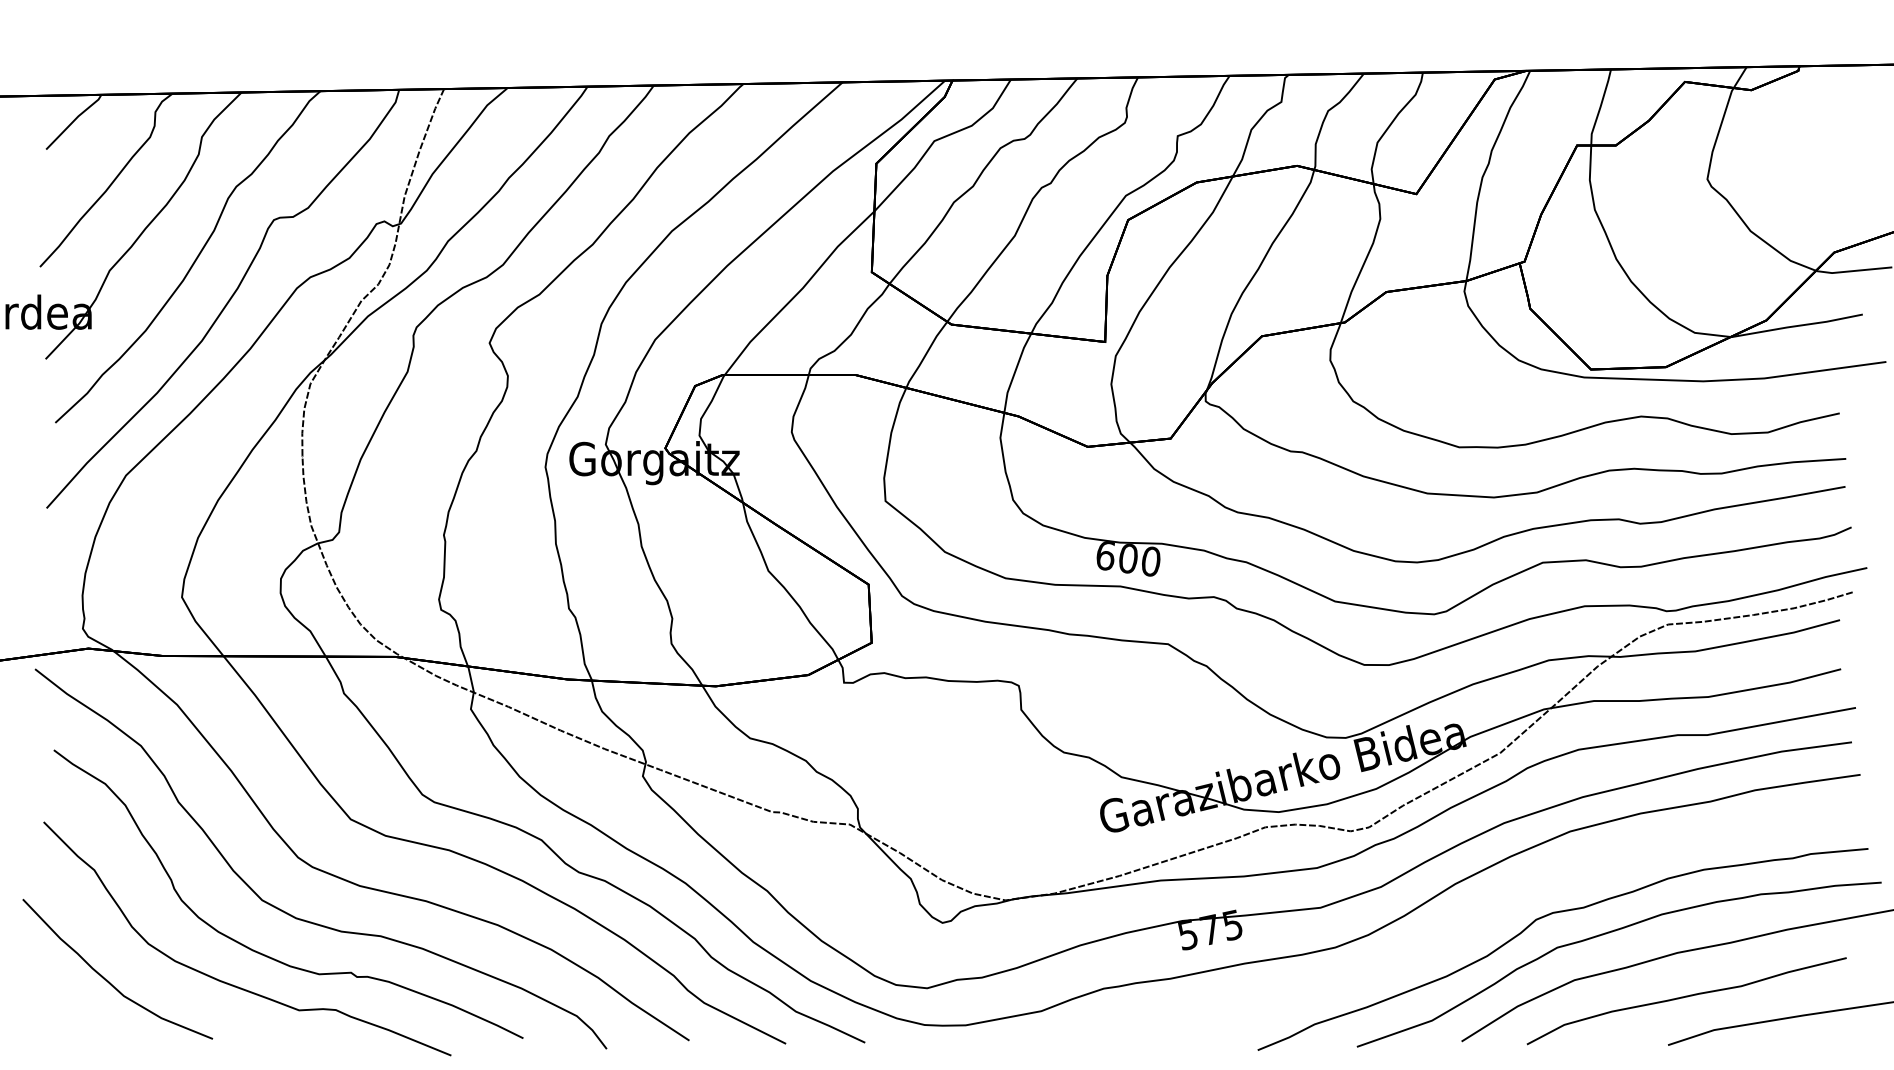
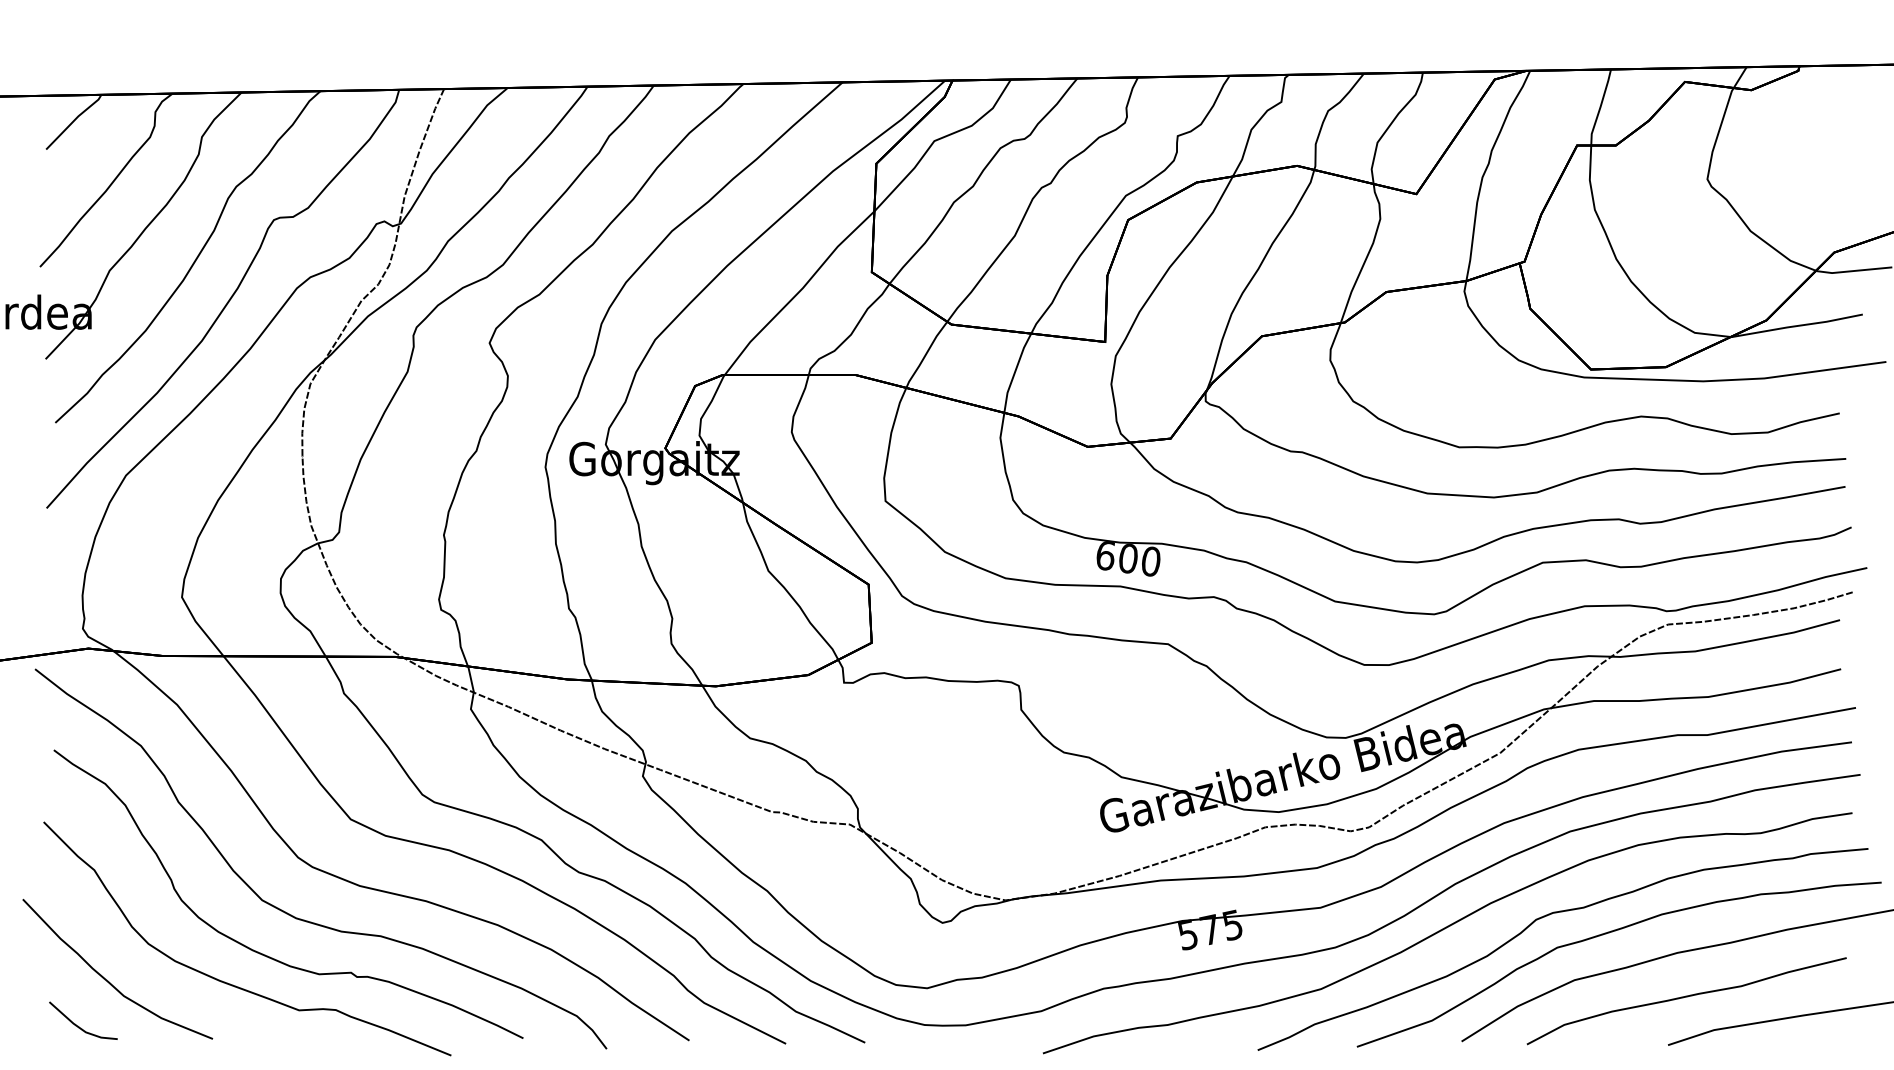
curve at (1445, 929): none -> present
line at (78, 1025): none -> present
